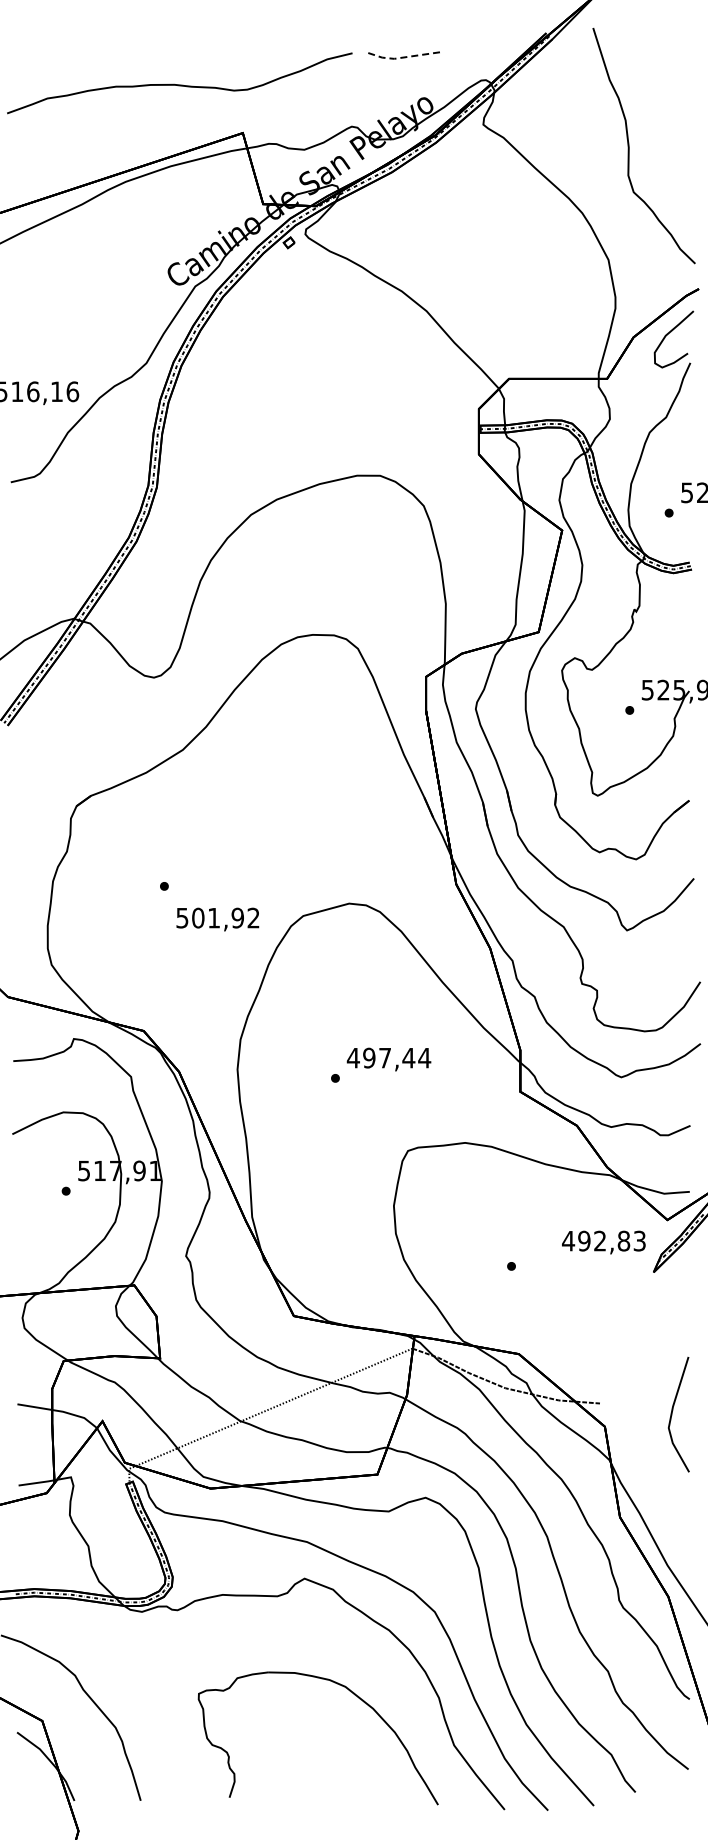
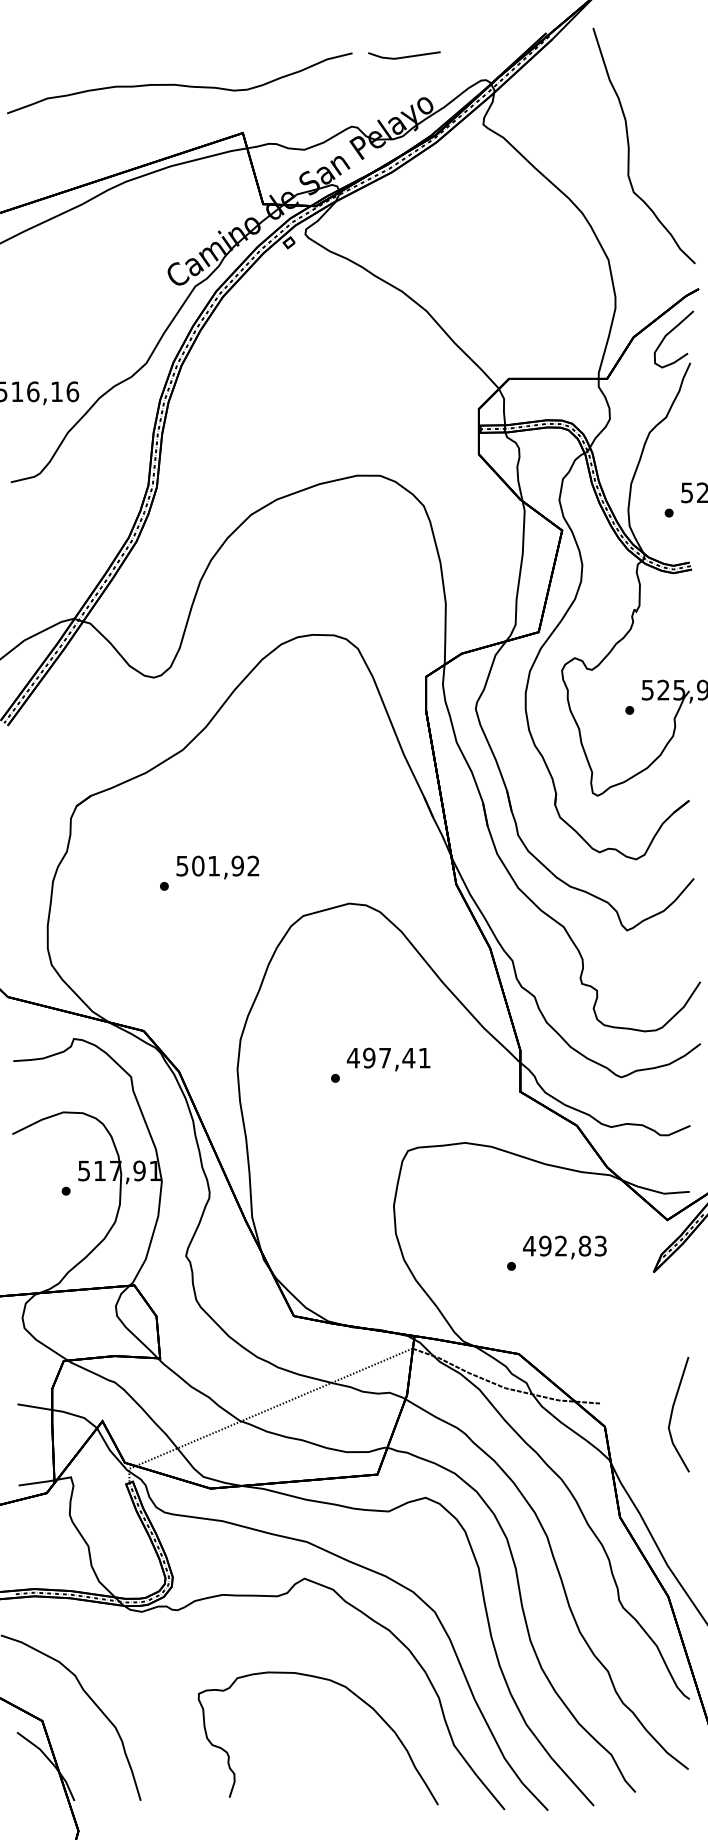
line at (403, 57): dashed -> solid
text at (217, 919) position: (217, 919) -> (217, 867)
text at (424, 1058): 497,44 -> 497,41
text at (603, 1242) position: (603, 1242) -> (564, 1247)
